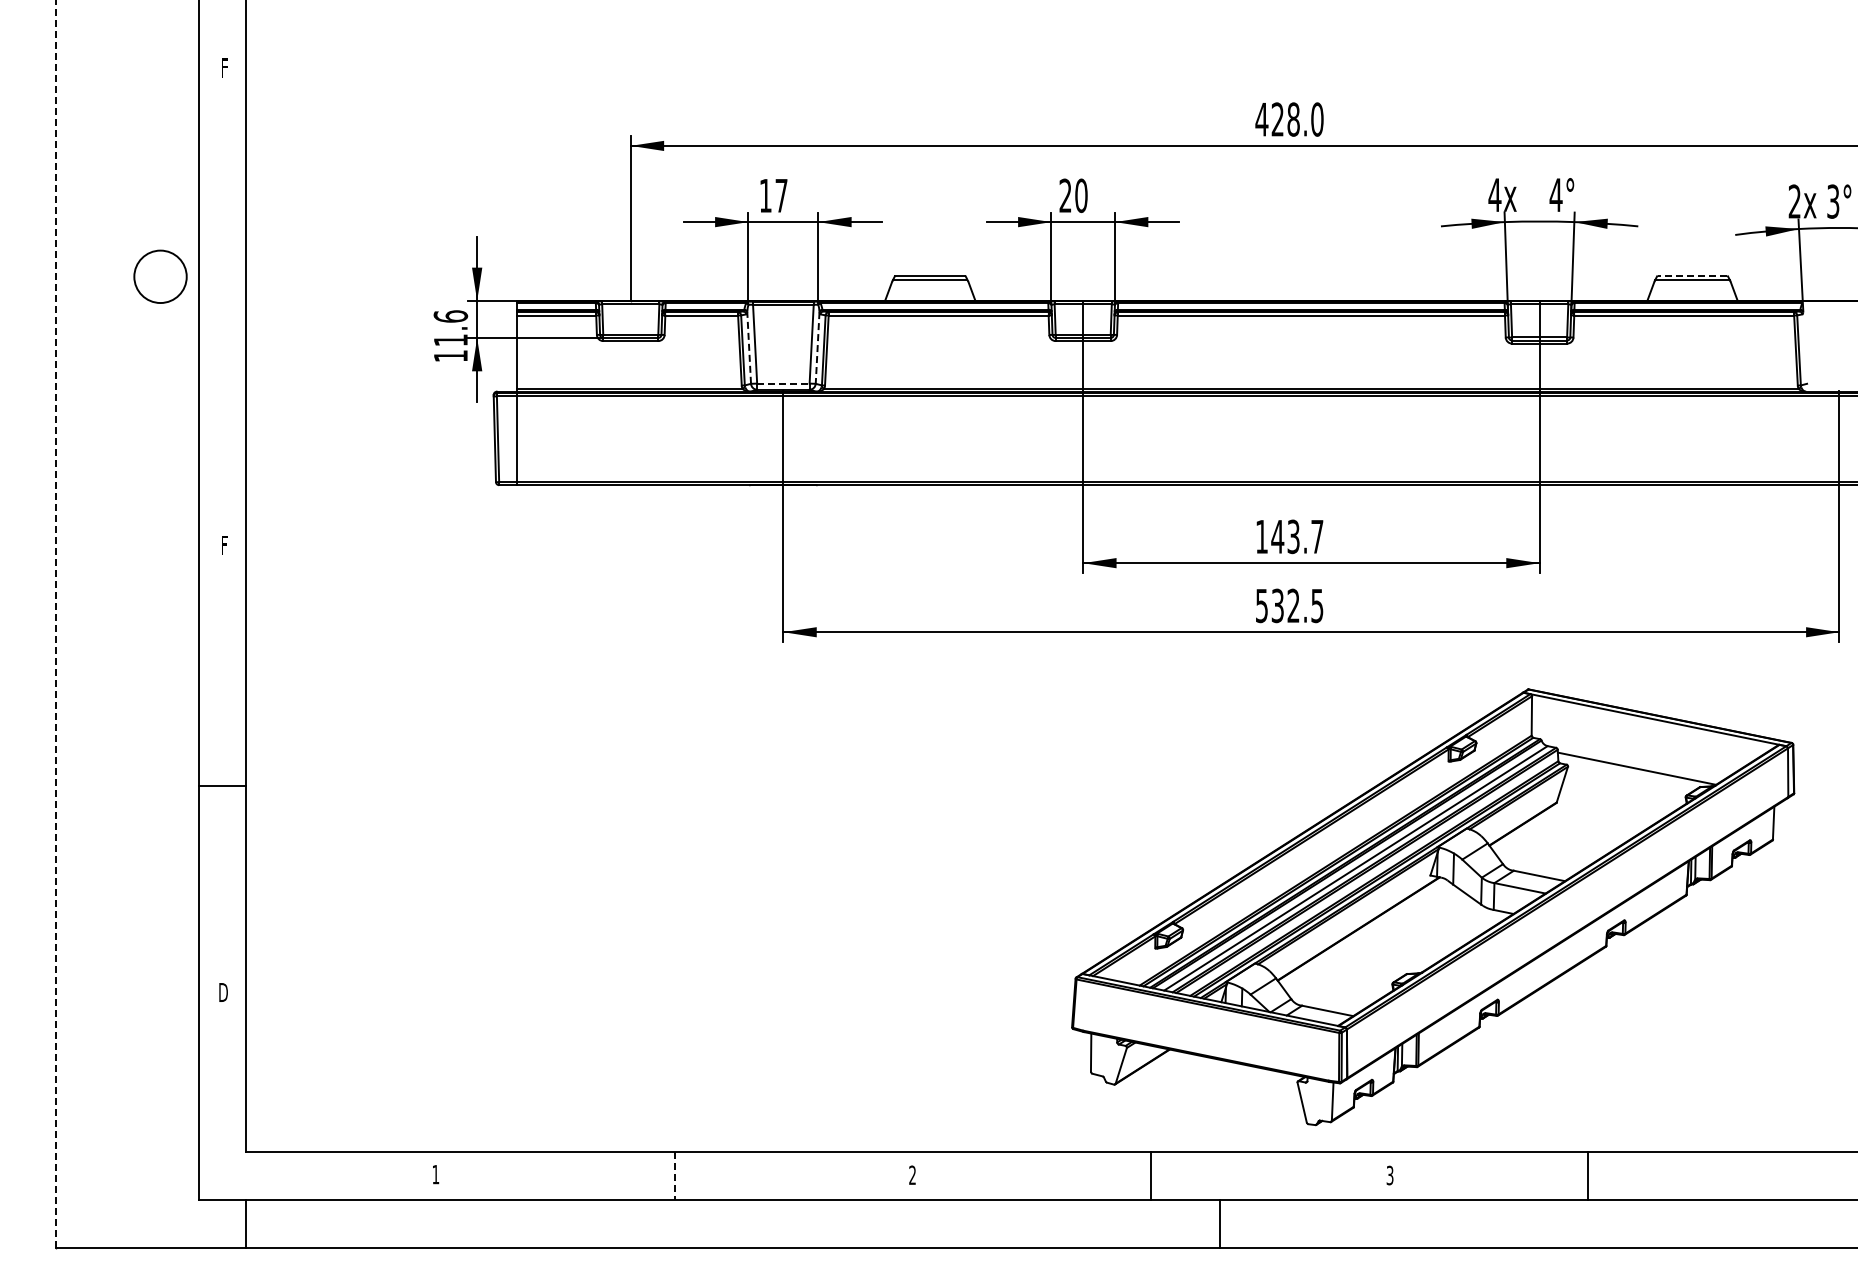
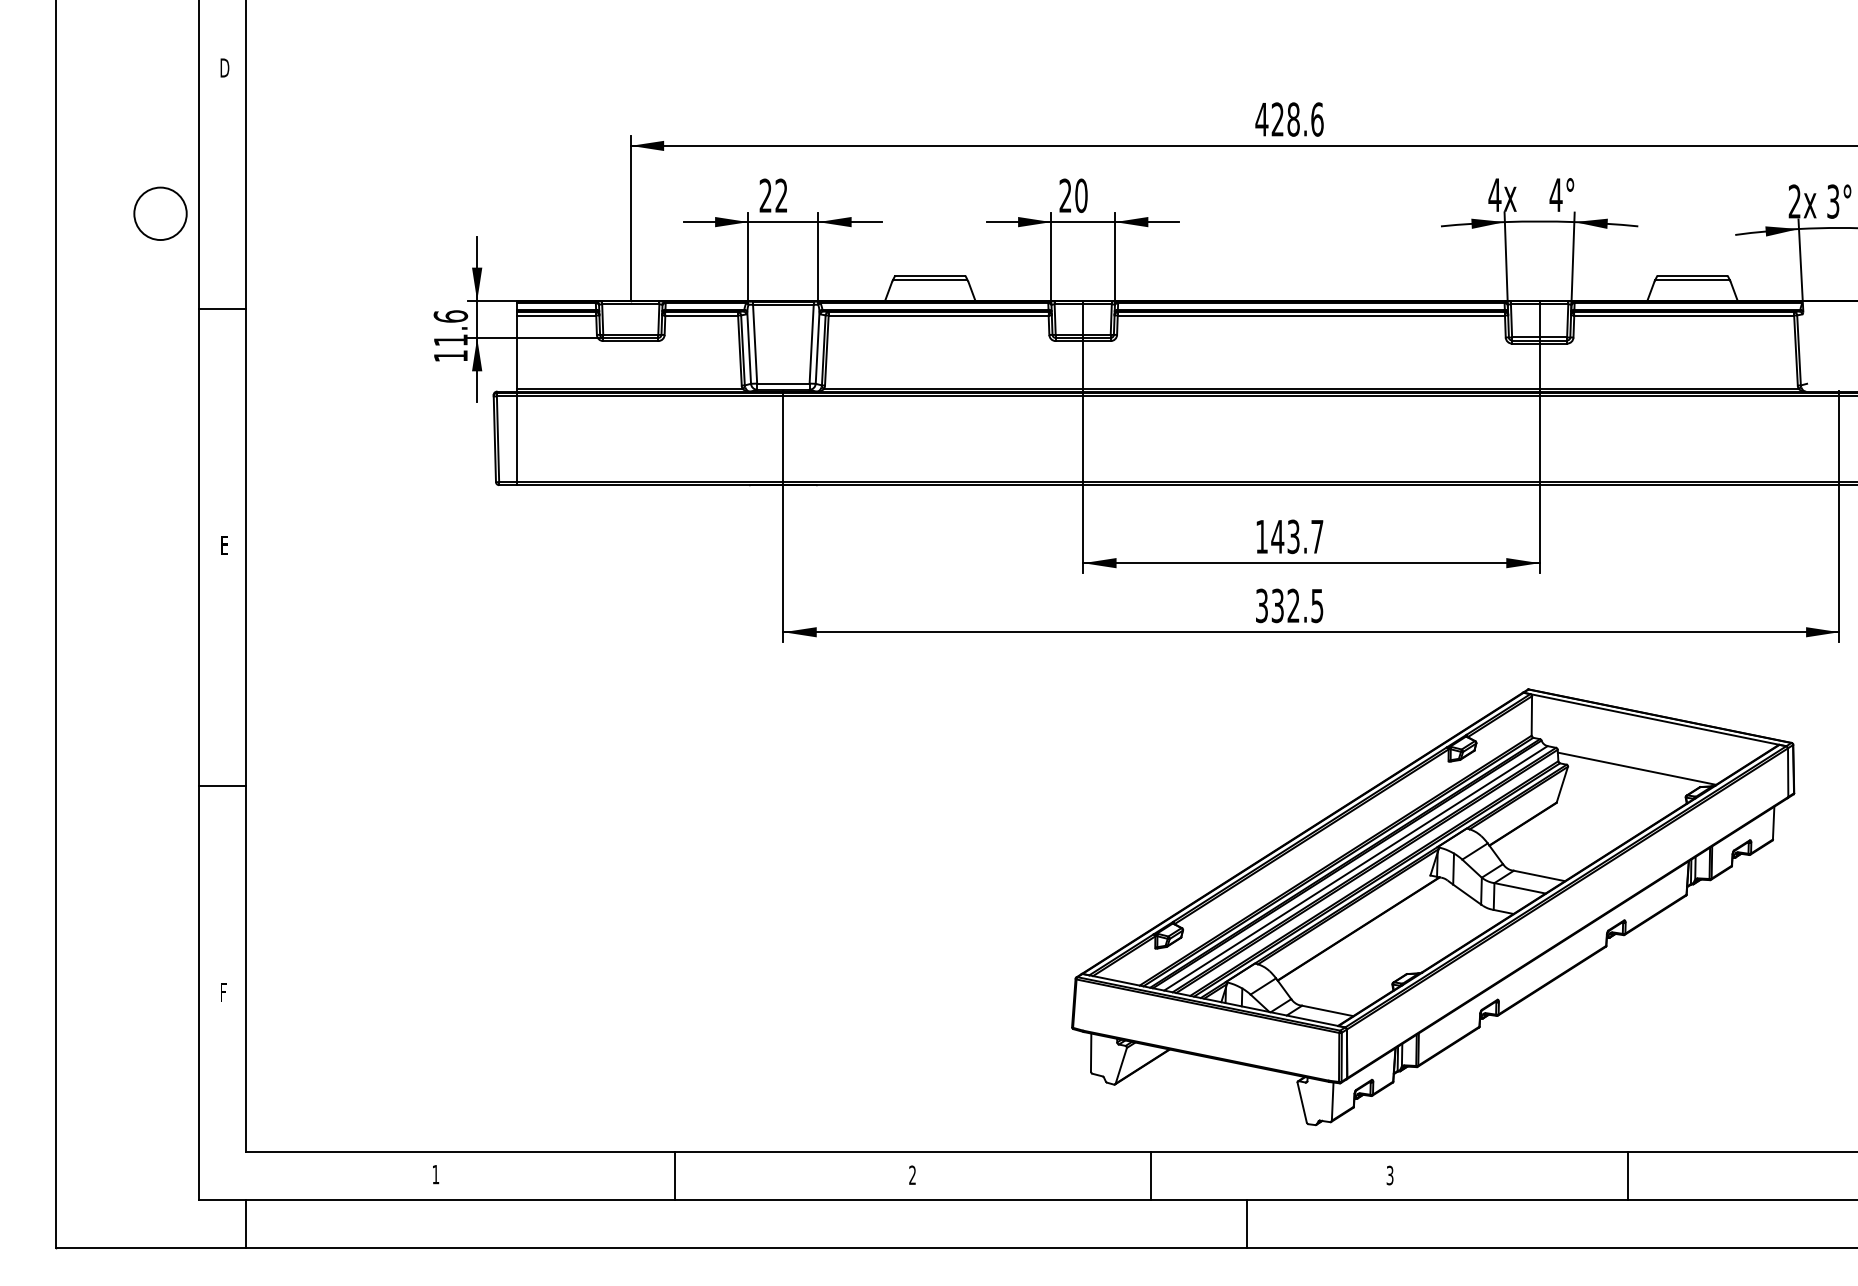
text at (224, 67): F -> D
text at (1317, 119): 428.0 -> 428.6
text at (773, 195): 17 -> 22
line at (1692, 275): dashed -> solid
circle at (160, 276) position: (160, 276) -> (160, 213)
line at (222, 309): none -> present
line at (749, 347): dashed -> solid
line at (817, 347): dashed -> solid
line at (783, 383): dashed -> solid
text at (224, 545): F -> E
text at (1261, 605): 532.5 -> 332.5
line at (55, 623): dashed -> solid
text at (223, 992): D -> F
line at (675, 1176): dashed -> solid
line at (1587, 1176) position: (1587, 1176) -> (1627, 1176)
line at (1219, 1223) position: (1219, 1223) -> (1246, 1223)
